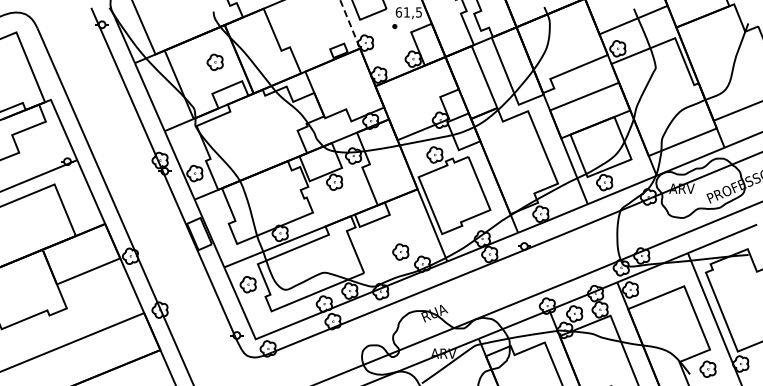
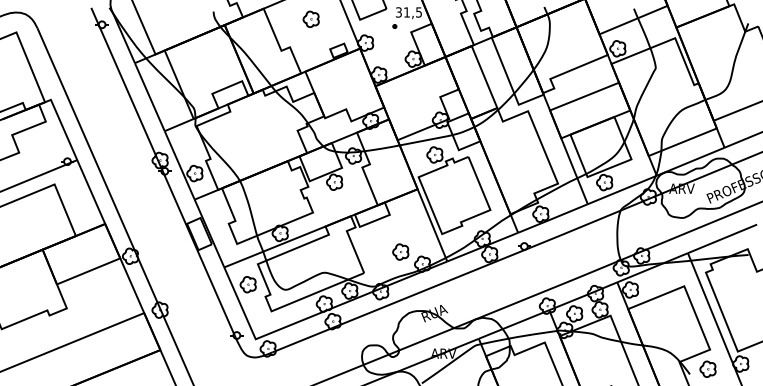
text at (398, 12): 61,5 -> 31,5
line at (350, 24): dashed -> solid
part at (214, 61) position: (214, 61) -> (310, 18)
